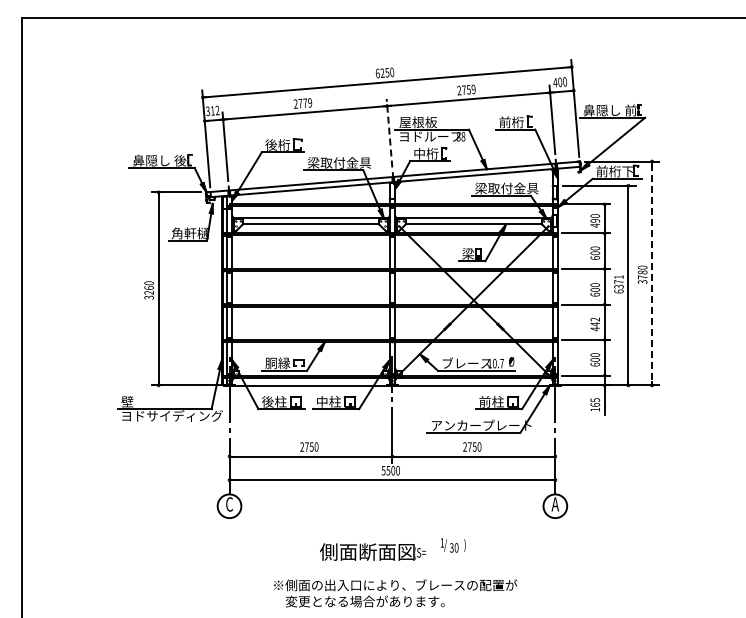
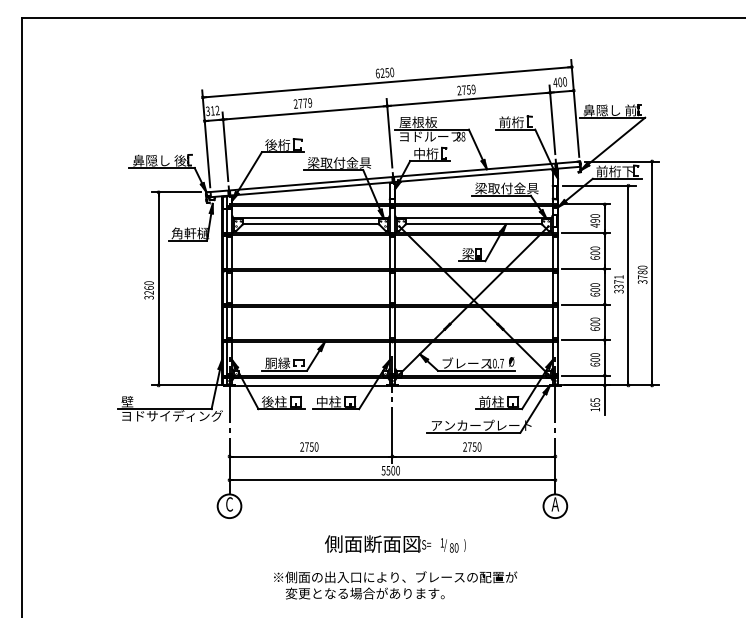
line at (389, 132): dashed -> solid
line at (652, 274): dashed -> solid
text at (618, 291): 6371 -> 3371
text at (595, 324): 442 -> 600
text at (451, 547): 30 -> 80
text at (373, 551) position: (373, 551) -> (378, 543)
text at (395, 593) position: (395, 593) -> (395, 585)
